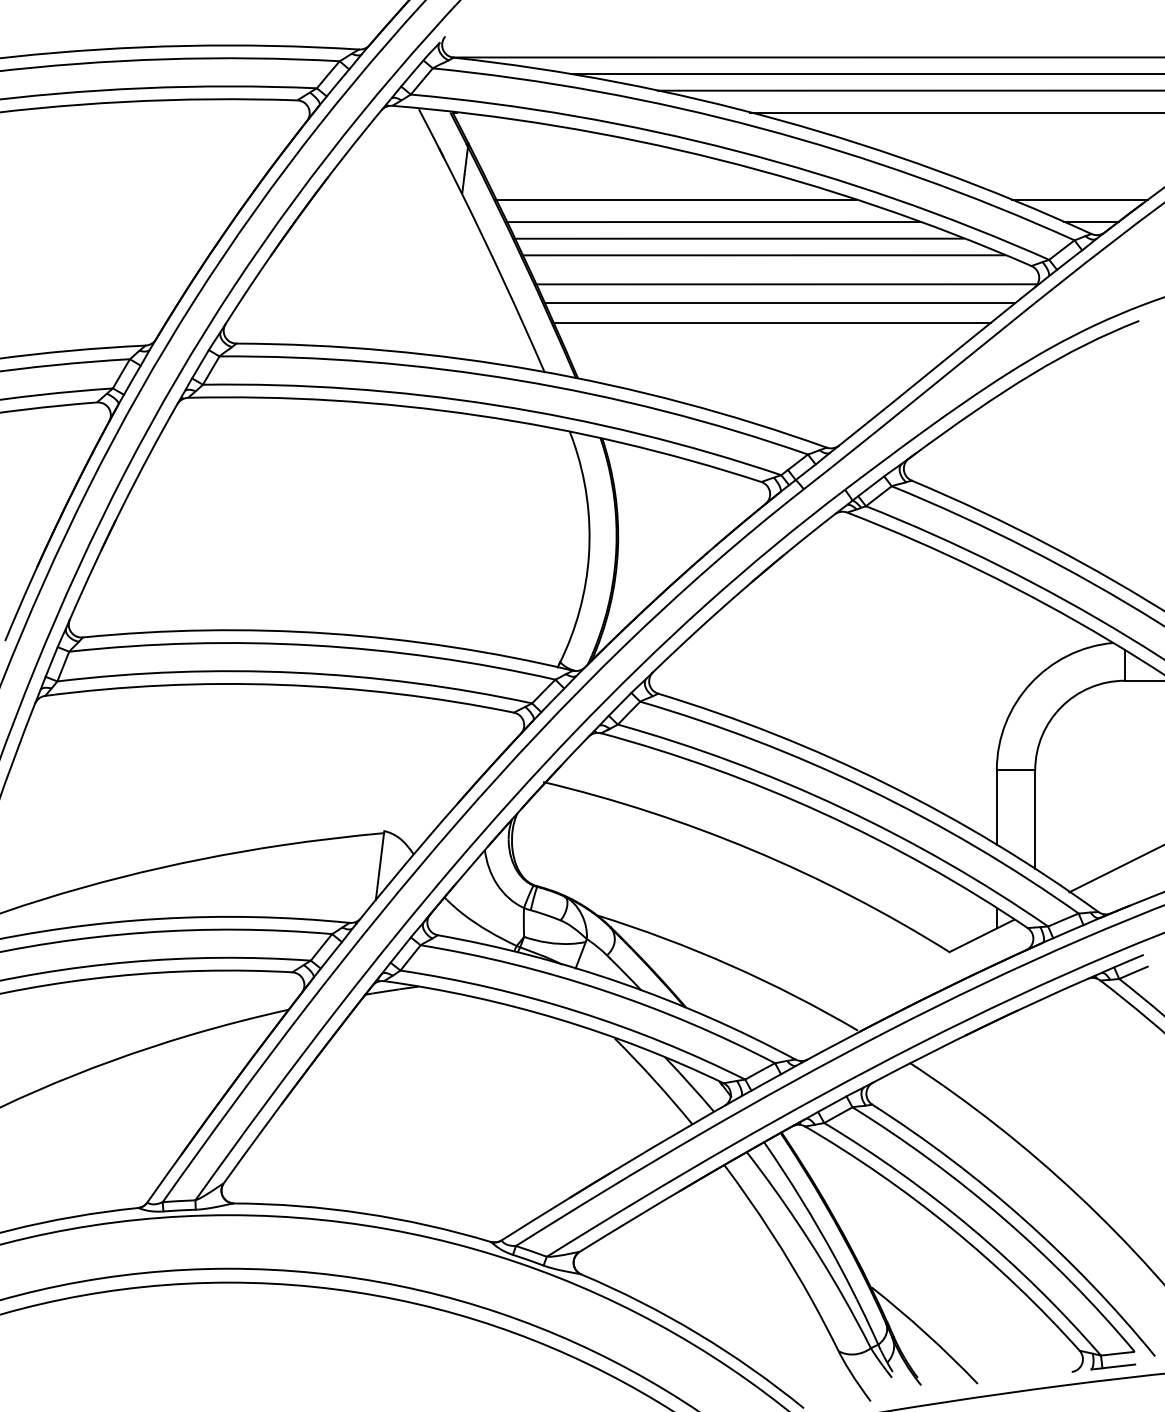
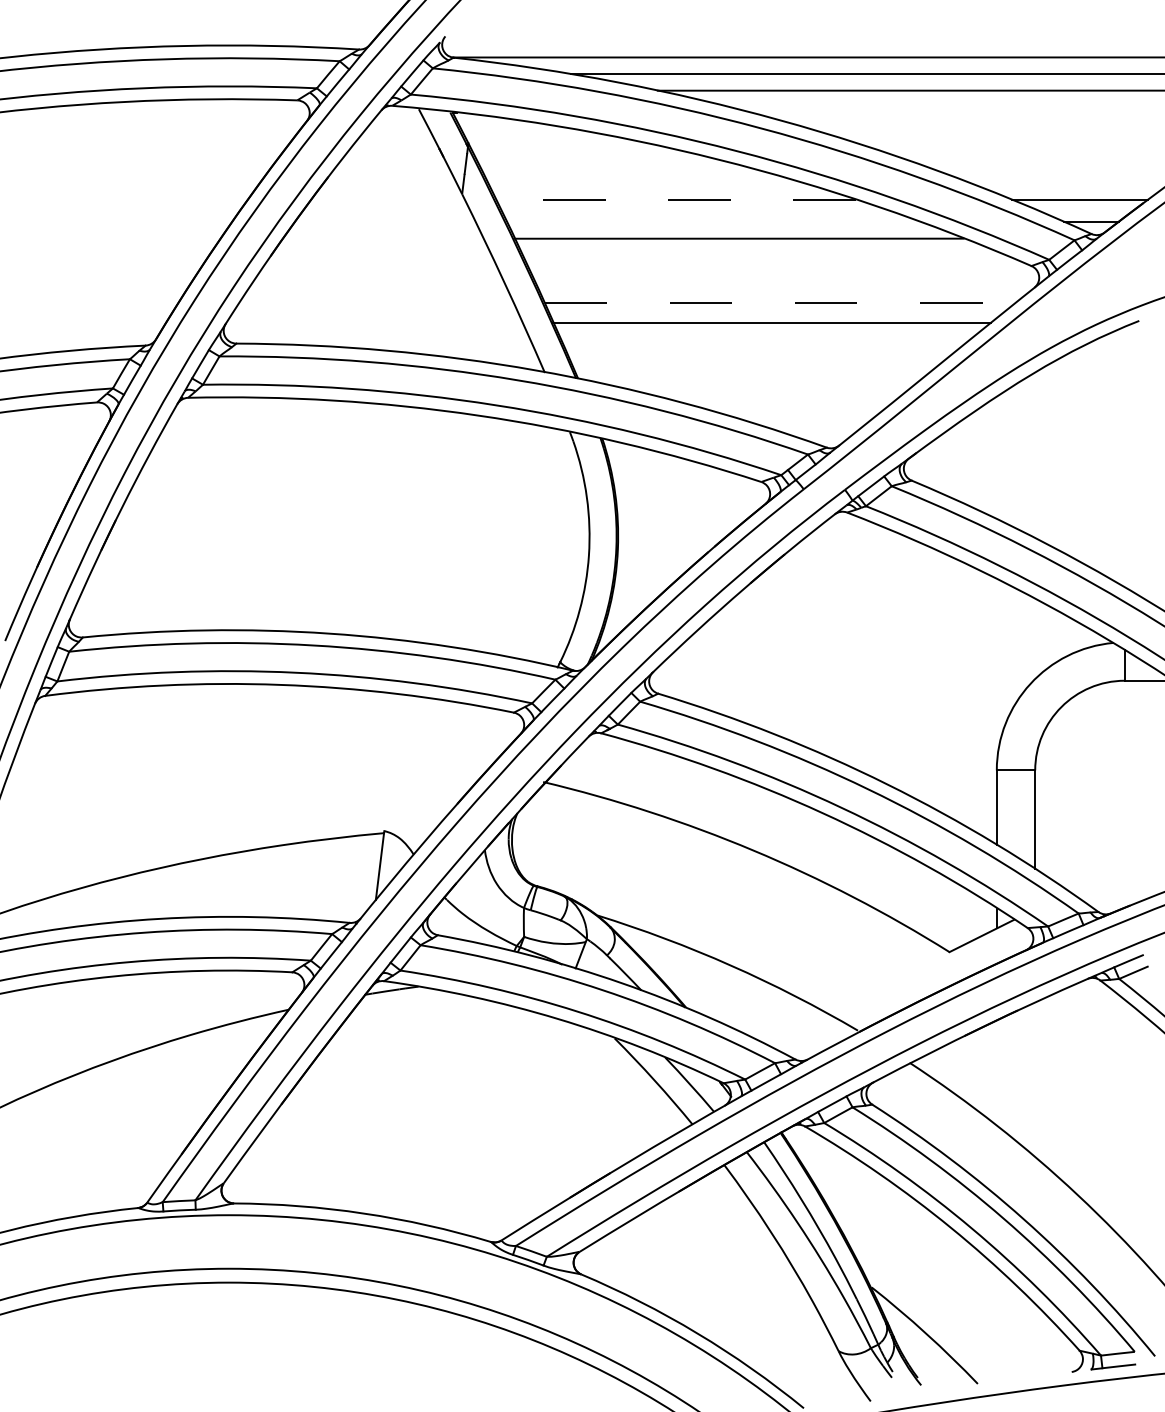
line at (955, 112): present -> none
line at (675, 199): solid -> dashed
line at (713, 222): present -> none
line at (763, 255): present -> none
line at (786, 284): present -> none
line at (780, 303): solid -> dashed
line at (1115, 869): present -> none
